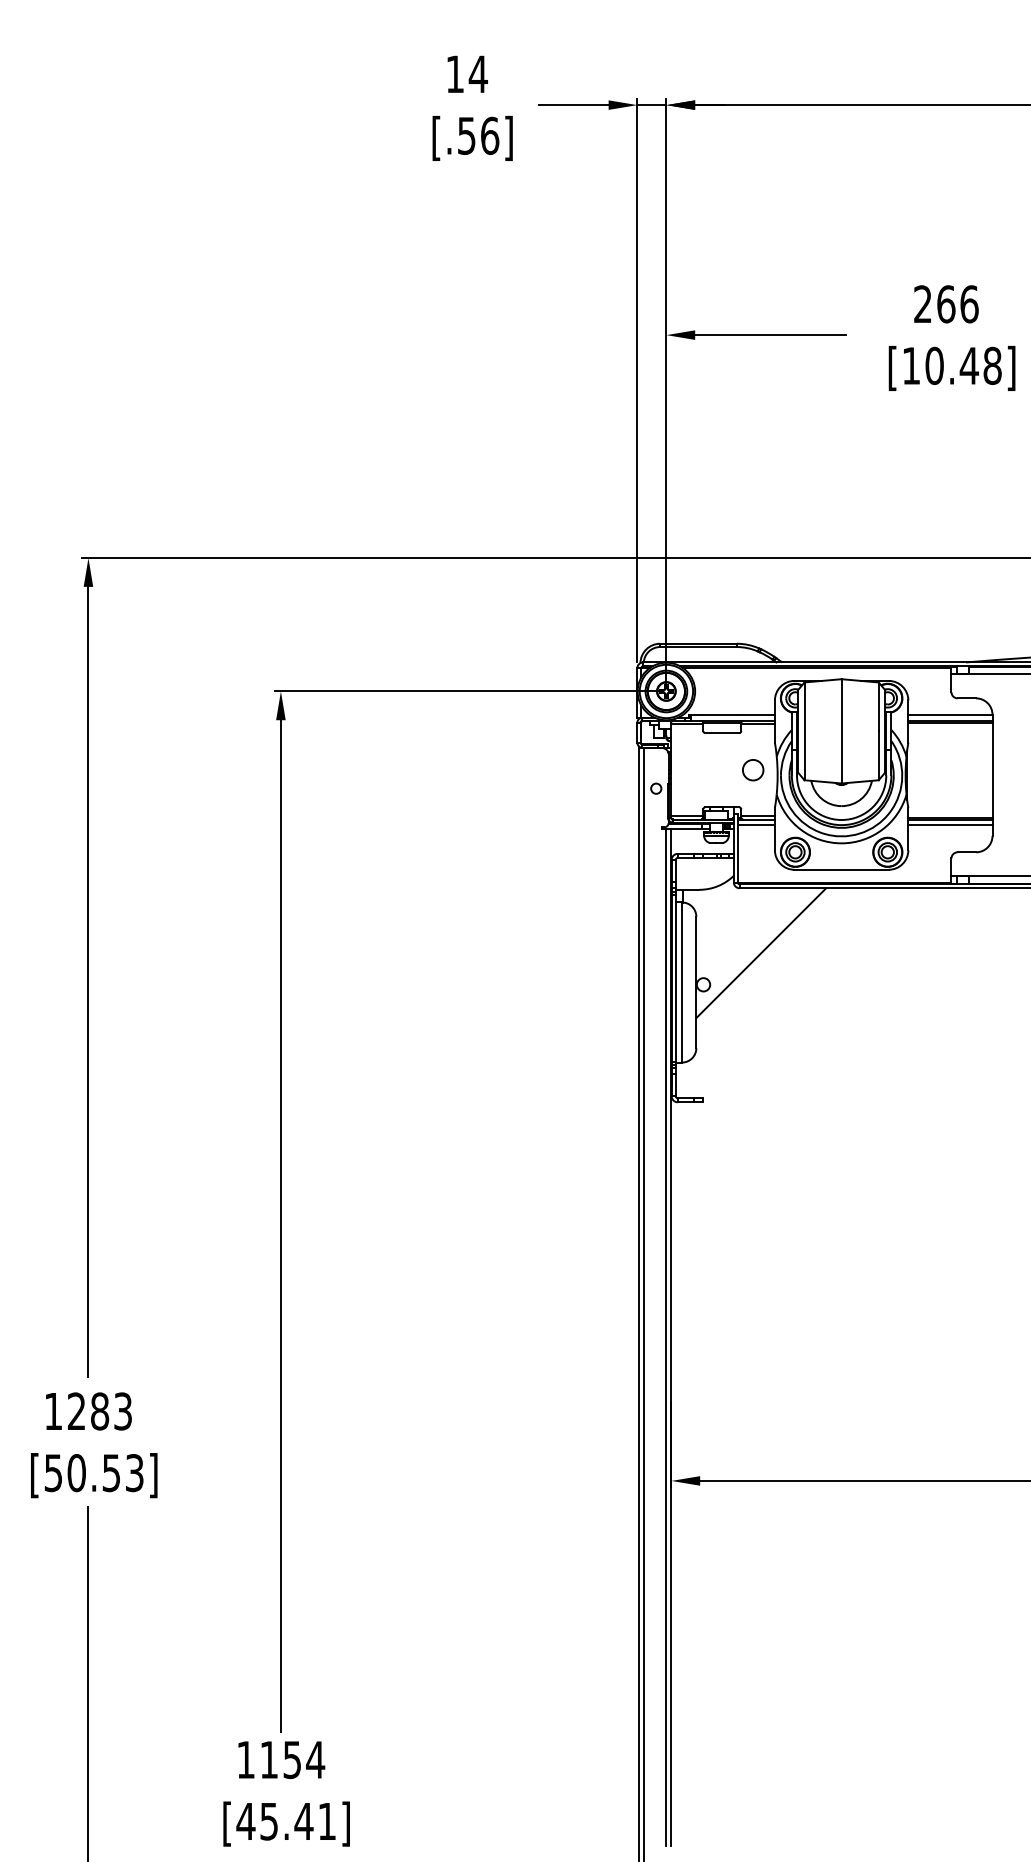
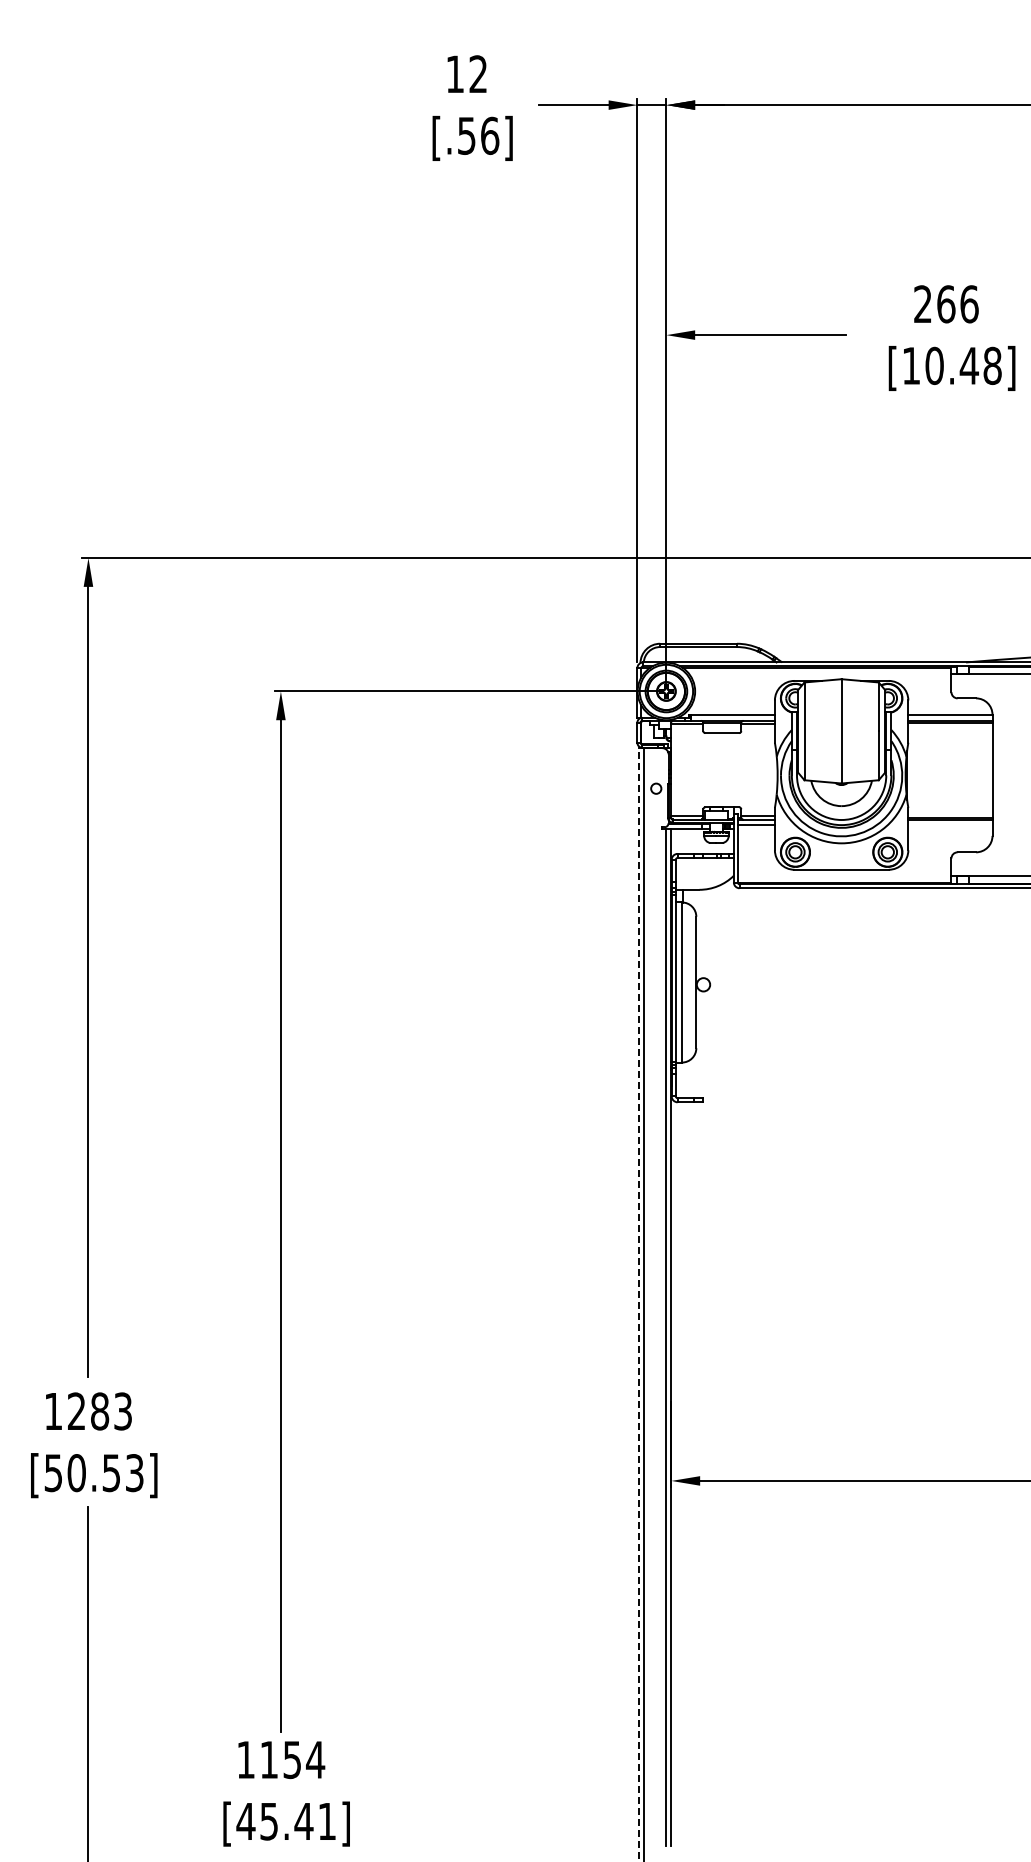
text at (478, 73): 14 -> 12
circle at (753, 770): present -> none
line at (950, 825): present -> none
line at (761, 953): present -> none
line at (639, 1305): solid -> dashed
